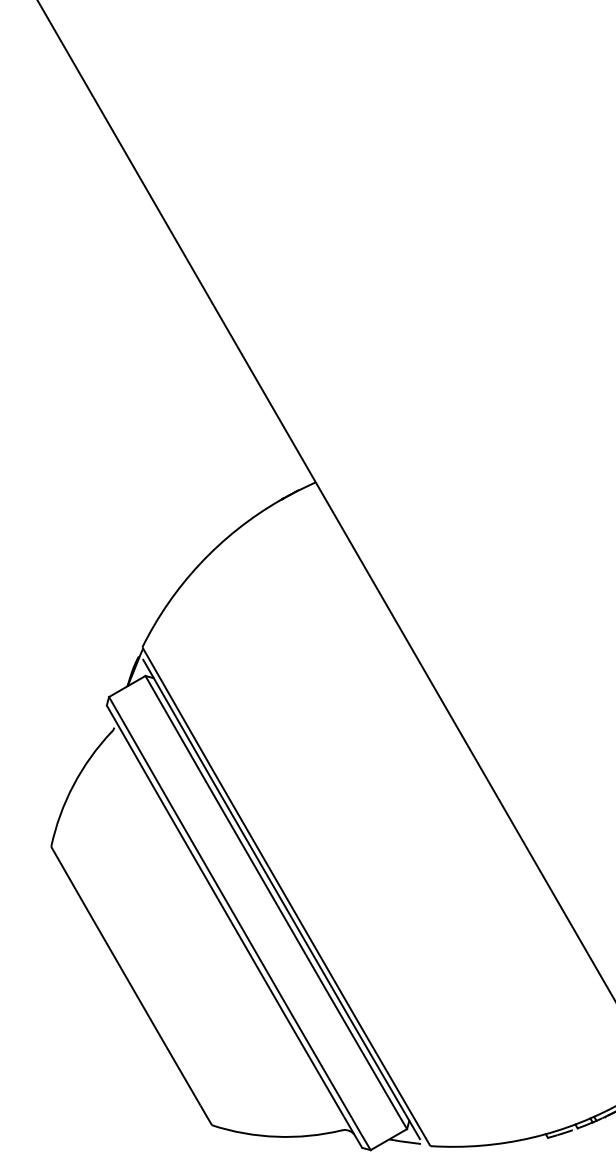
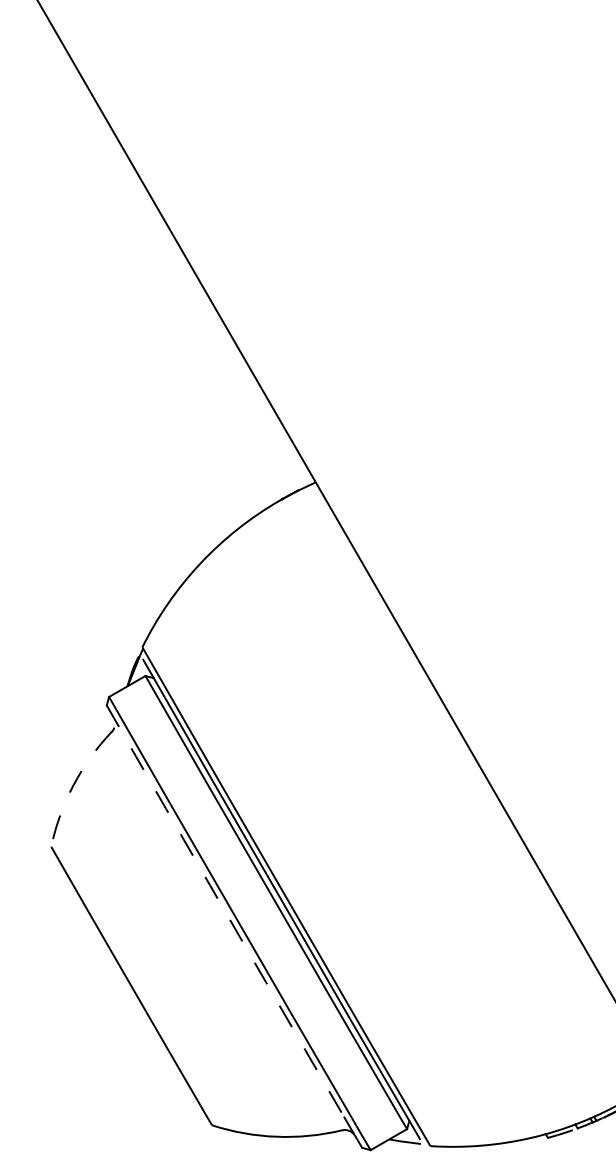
arc at (73, 785): solid -> dashed
arc at (225, 911): solid -> dashed
